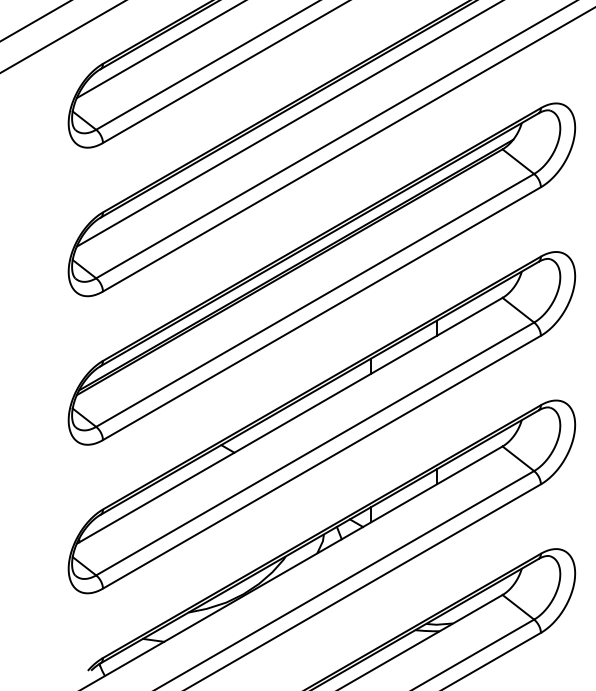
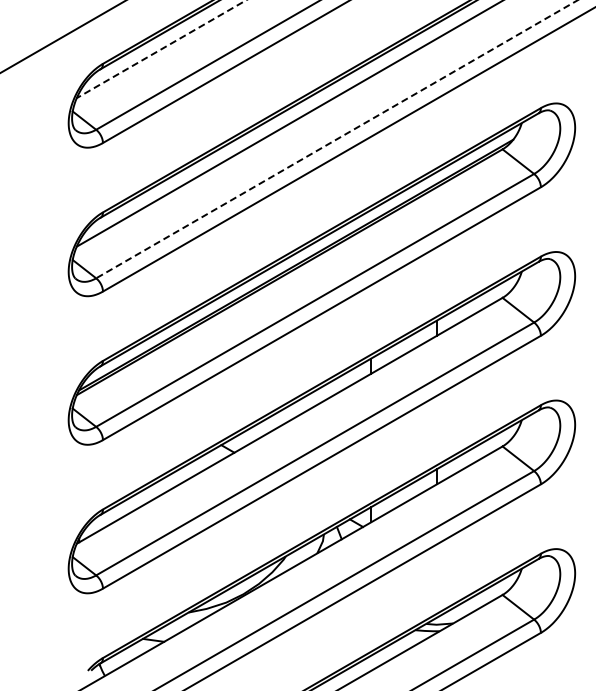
line at (35, 21): present -> none
line at (161, 49): solid -> dashed
line at (336, 139): solid -> dashed
